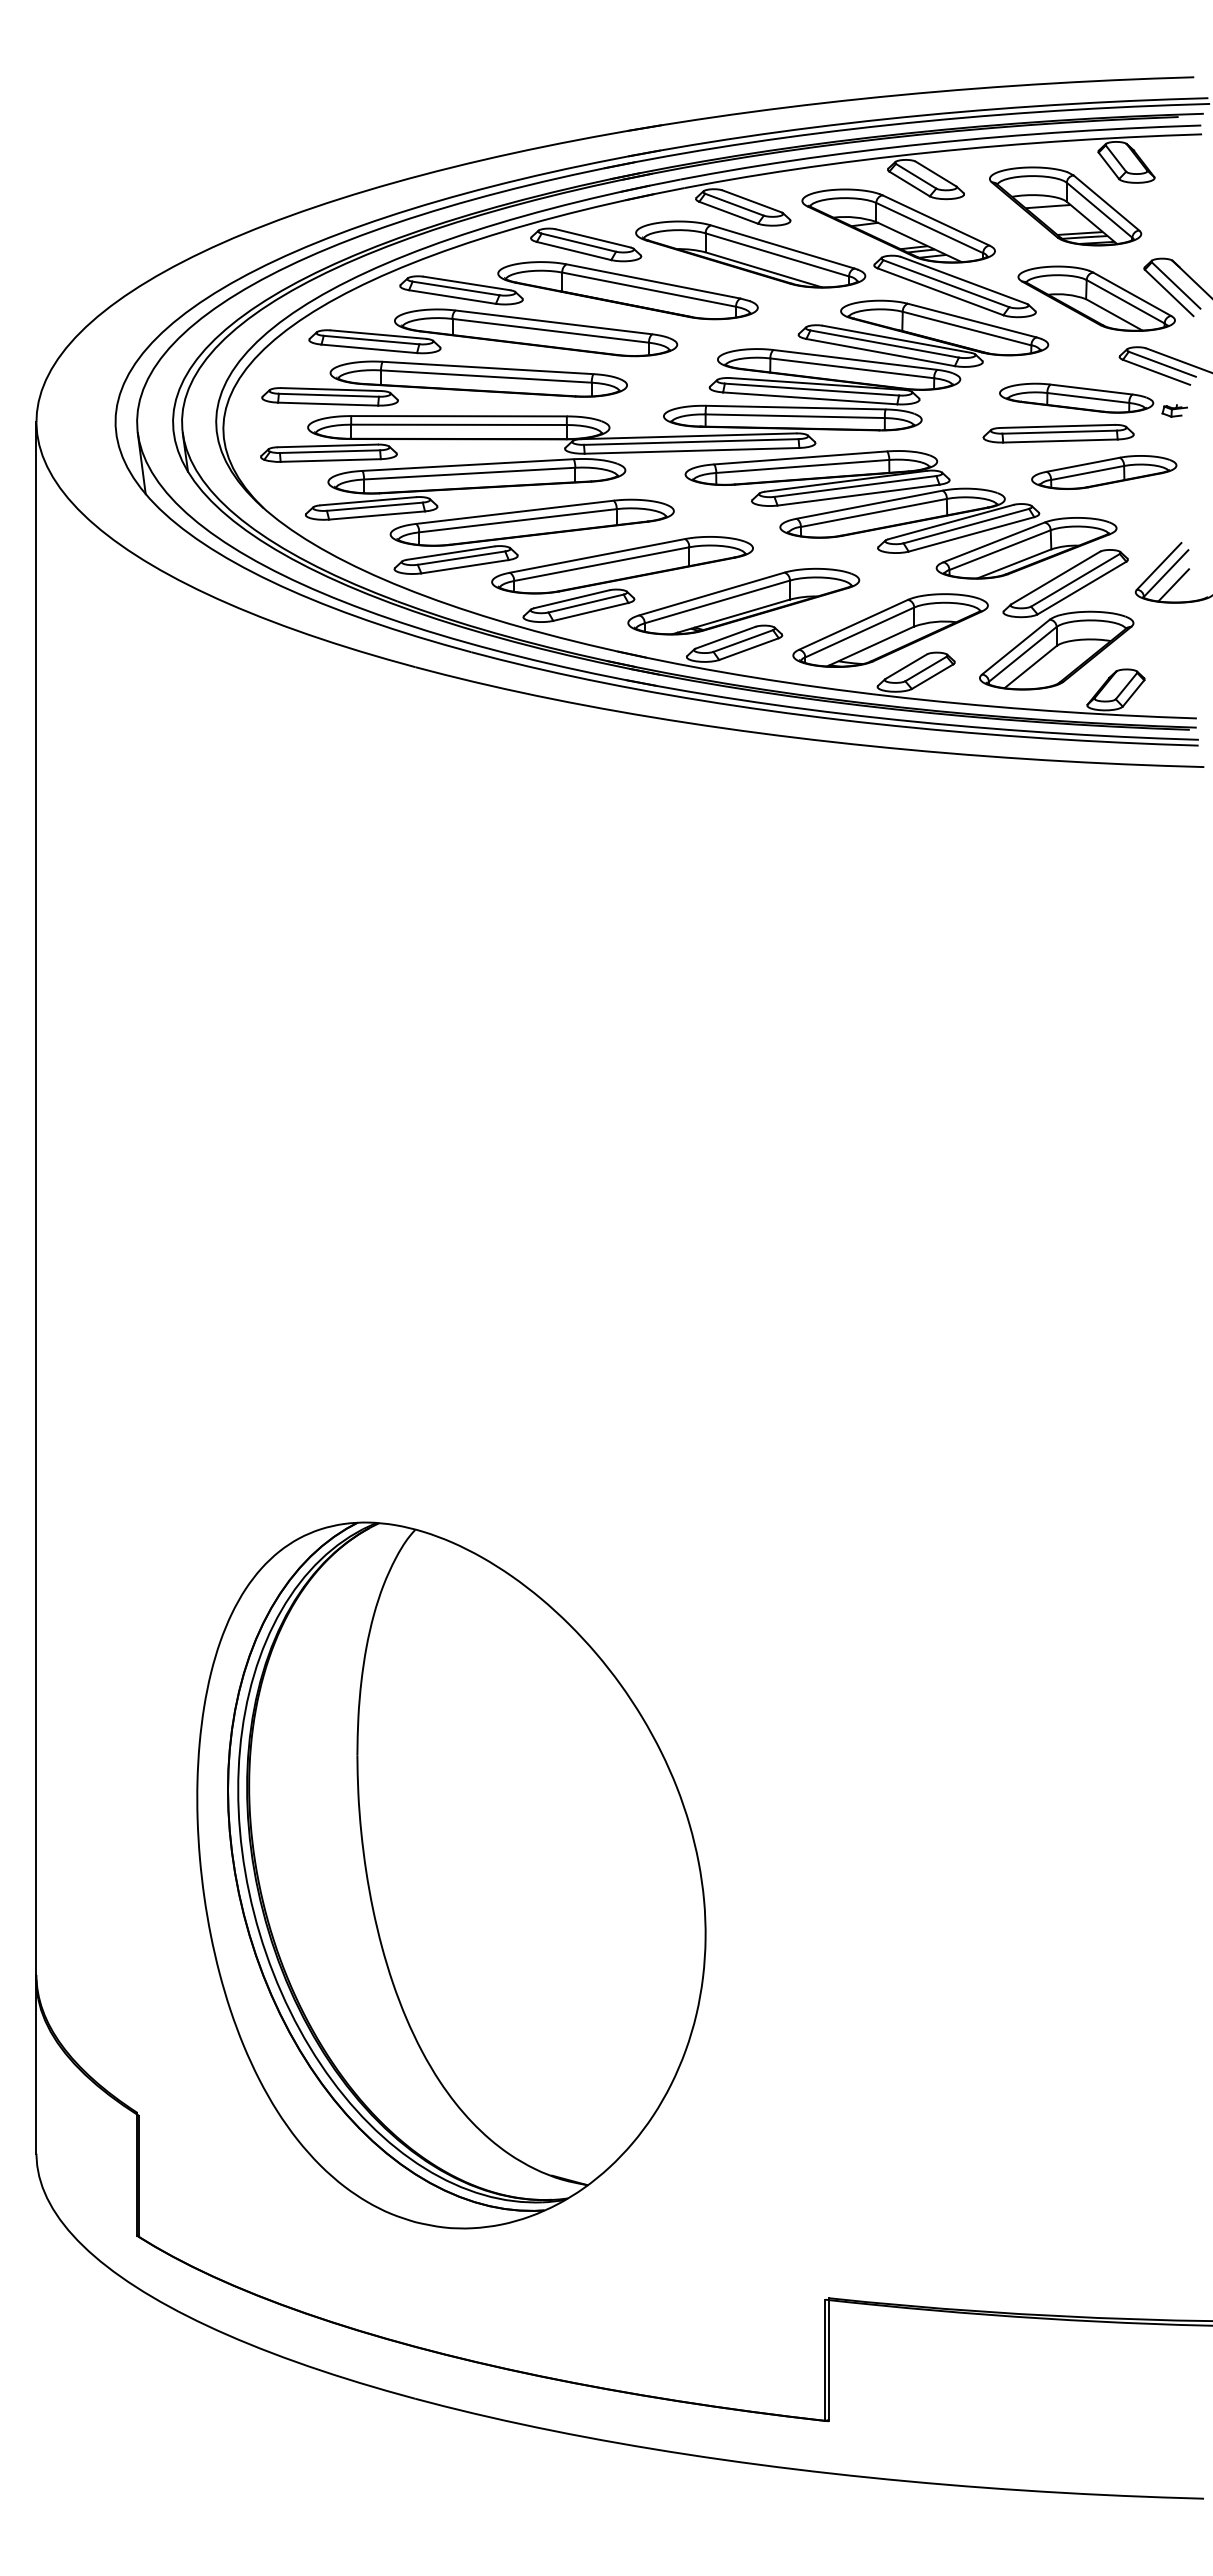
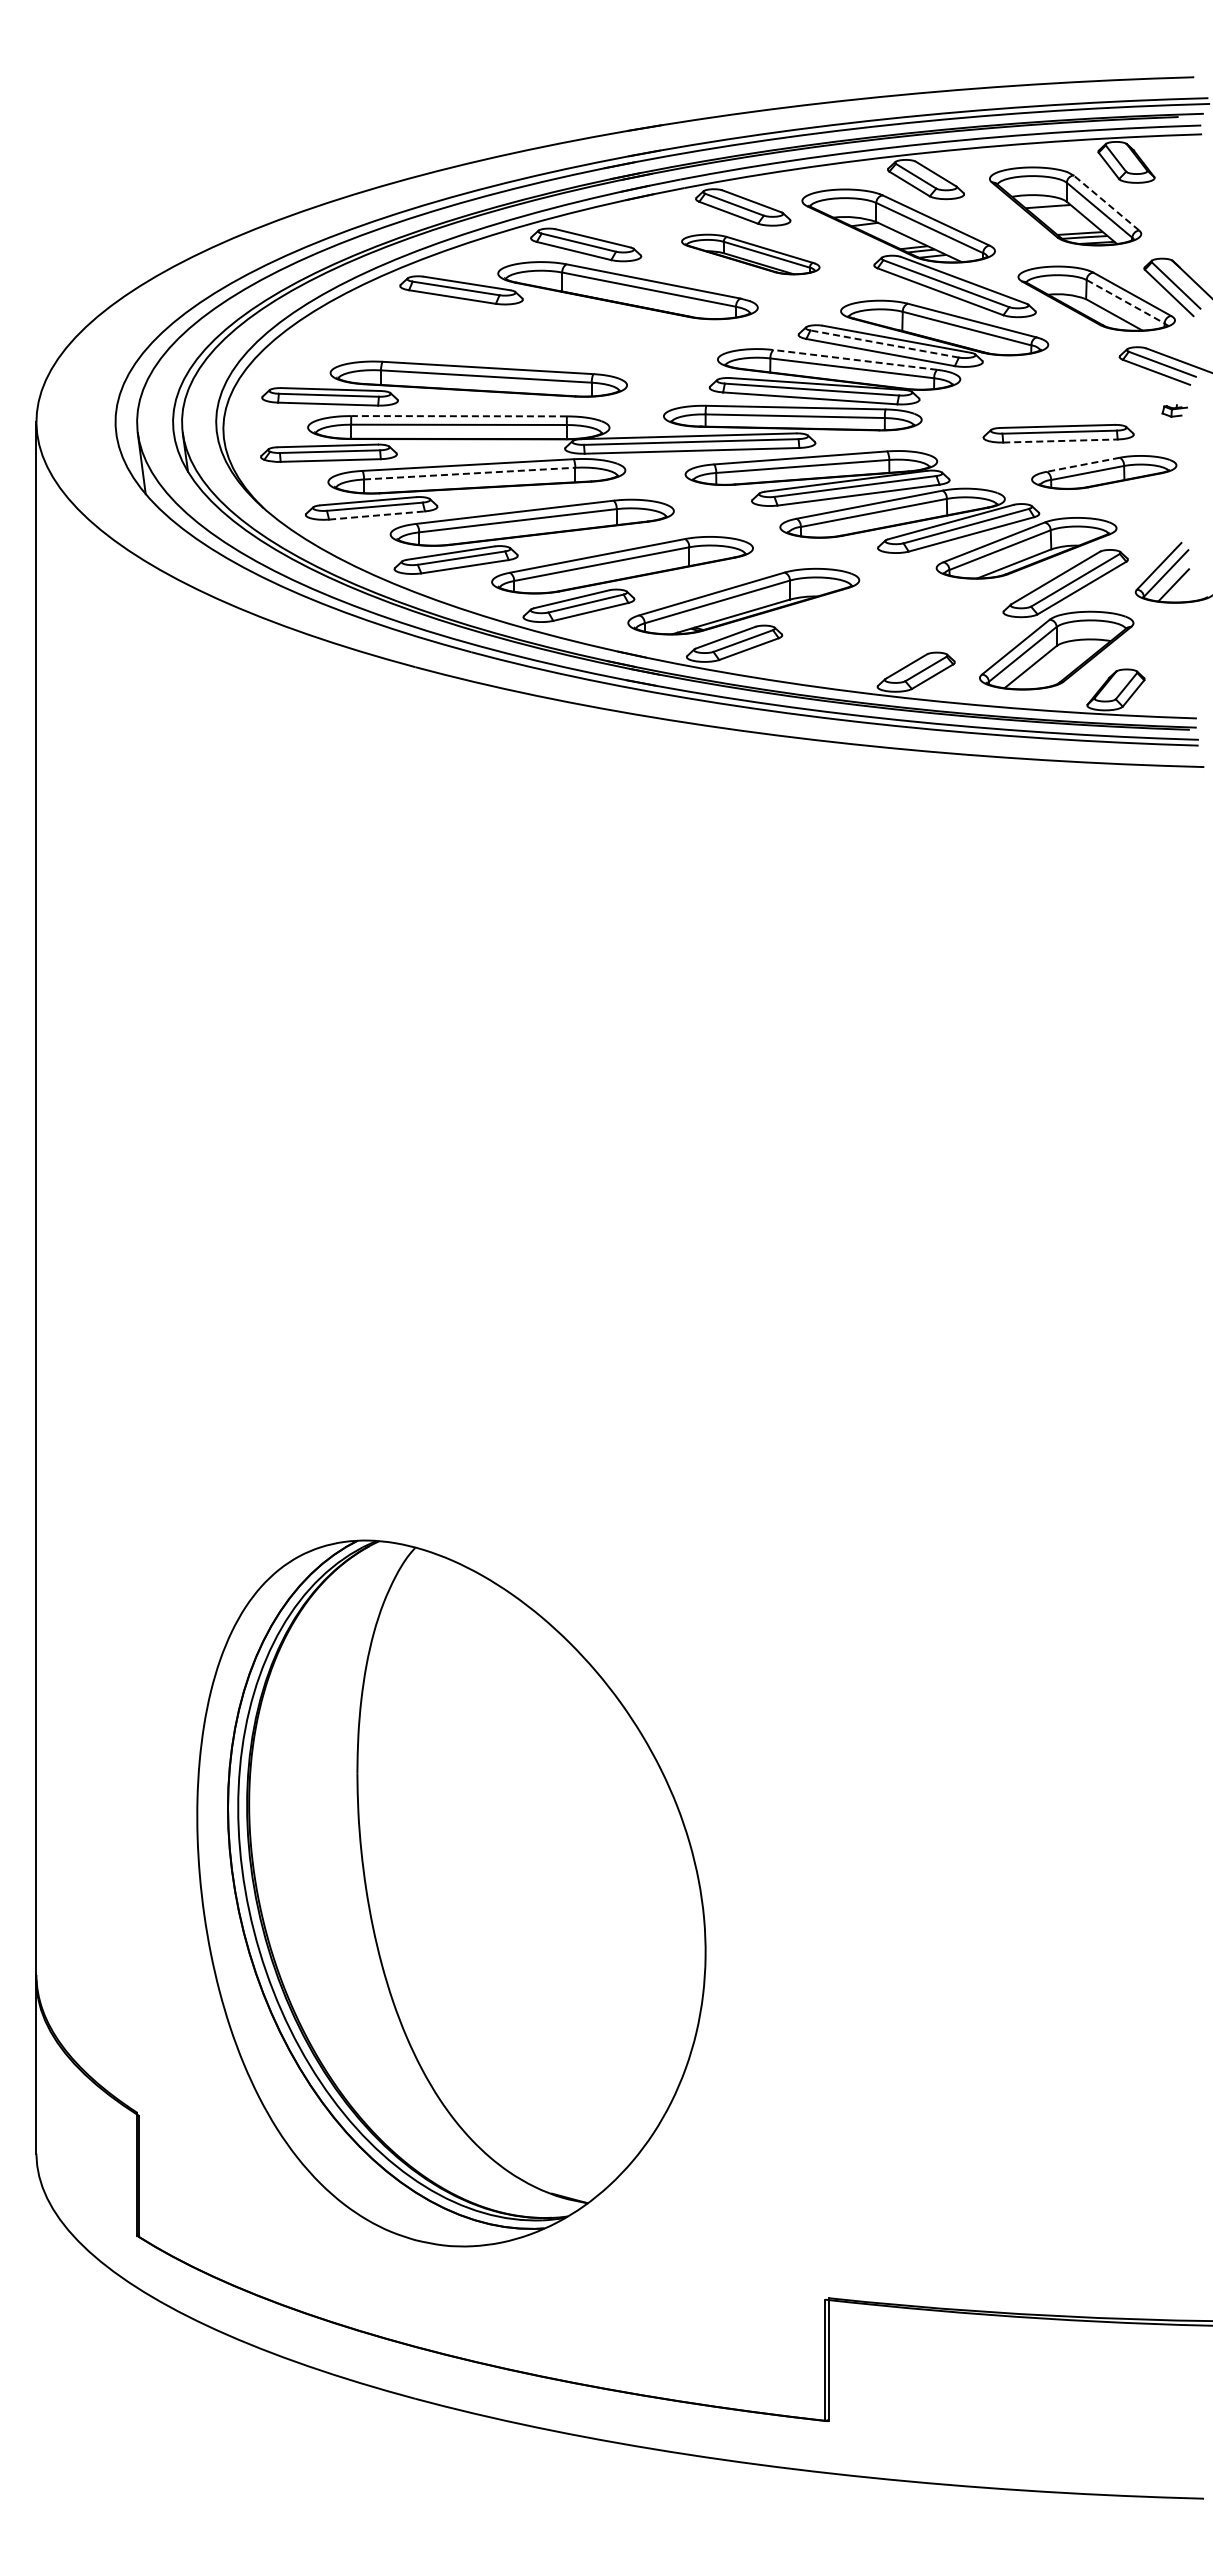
line at (1106, 202): solid -> dashed
part at (750, 254) size: 232x69 px -> 140x43 px
line at (1125, 301): solid -> dashed
part at (493, 332): present -> none
line at (884, 343): solid -> dashed
line at (854, 359): solid -> dashed
part at (1076, 397): present -> none
line at (459, 416): solid -> dashed
line at (1060, 441): solid -> dashed
line at (1082, 464): solid -> dashed
line at (469, 473): solid -> dashed
line at (377, 515): solid -> dashed
part at (890, 630): present -> none
part at (451, 1875) position: (451, 1875) -> (451, 1893)
